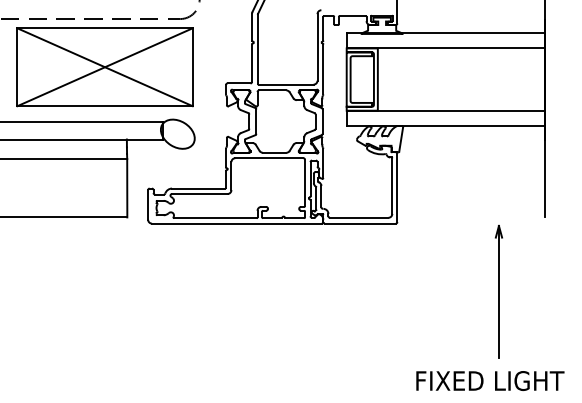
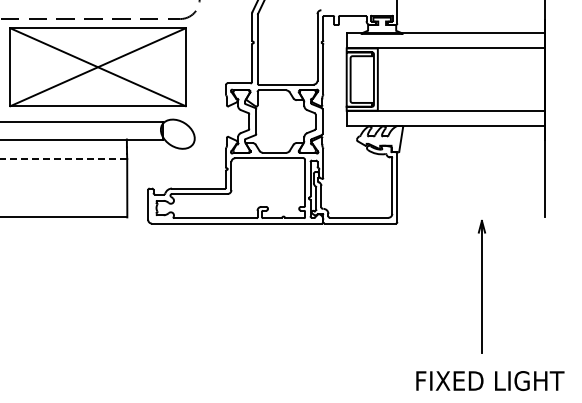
part at (104, 67) position: (104, 67) -> (97, 67)
line at (63, 159): solid -> dashed
part at (498, 291) position: (498, 291) -> (481, 286)
